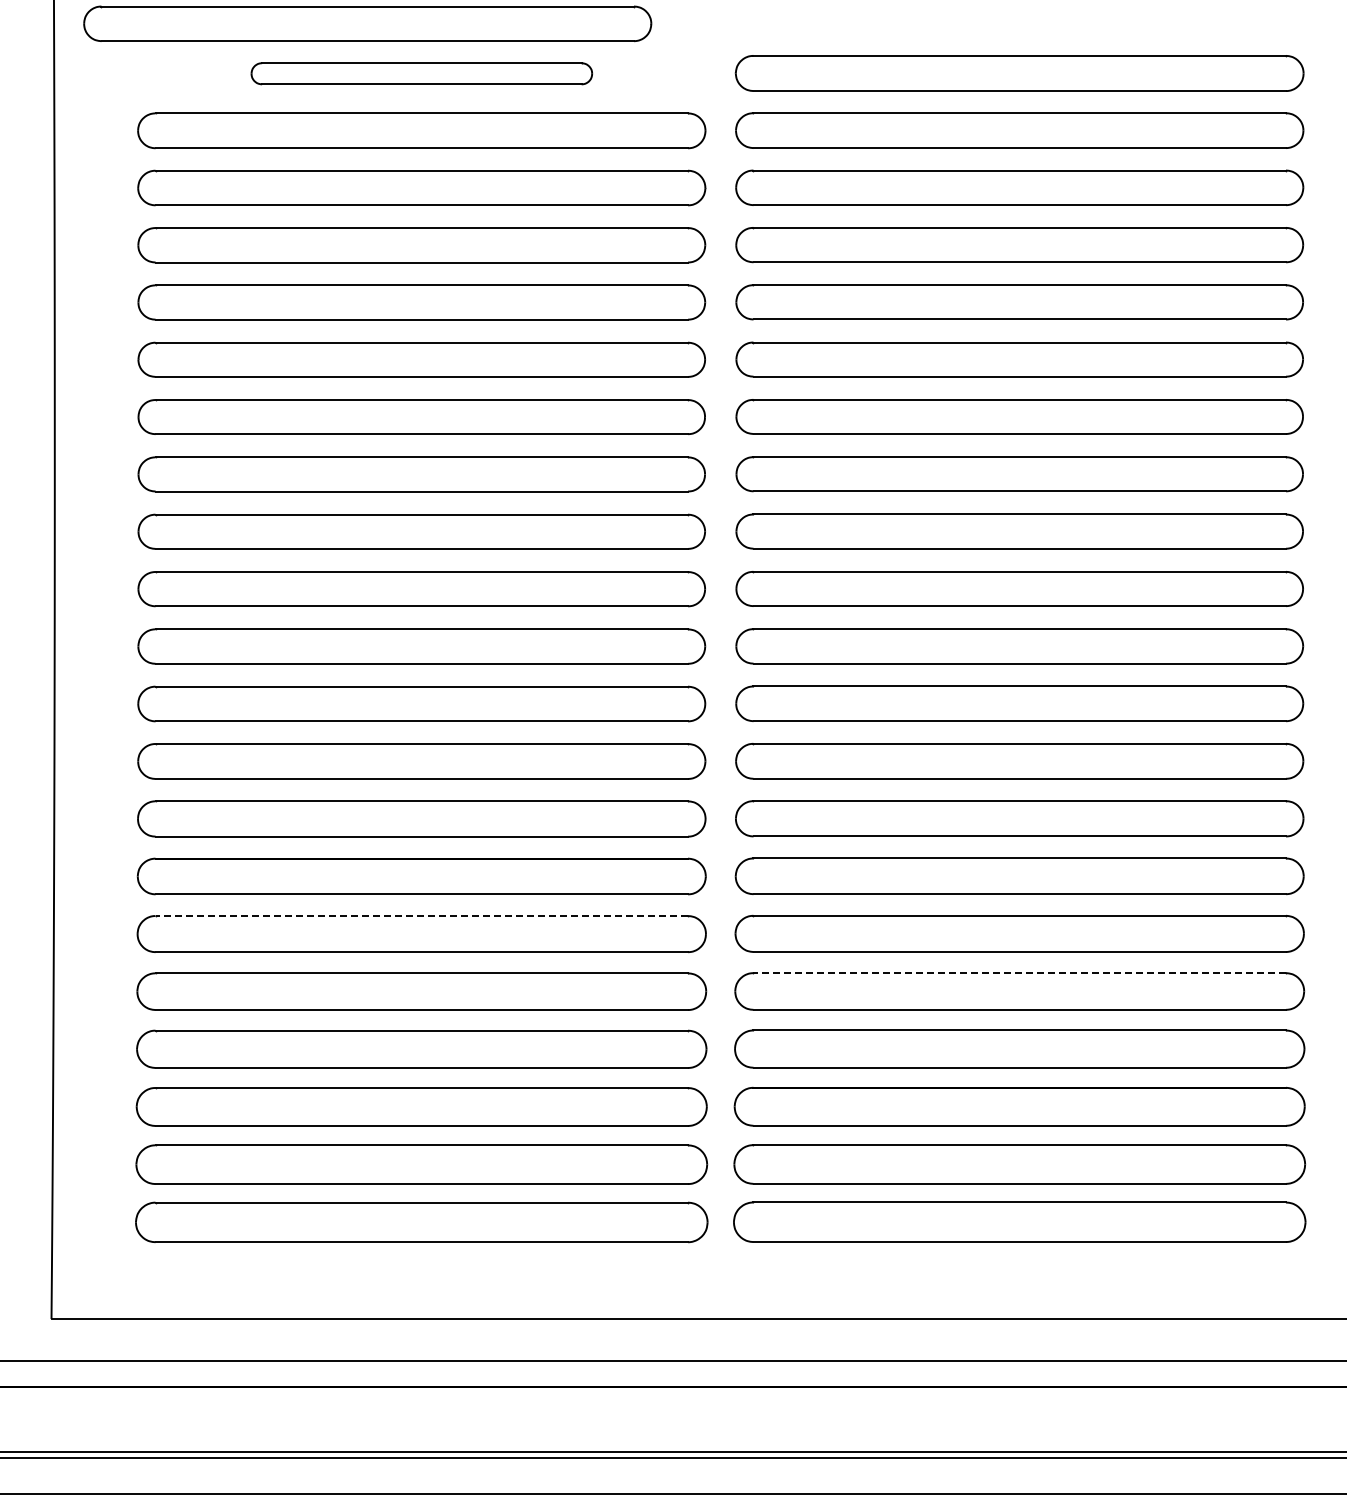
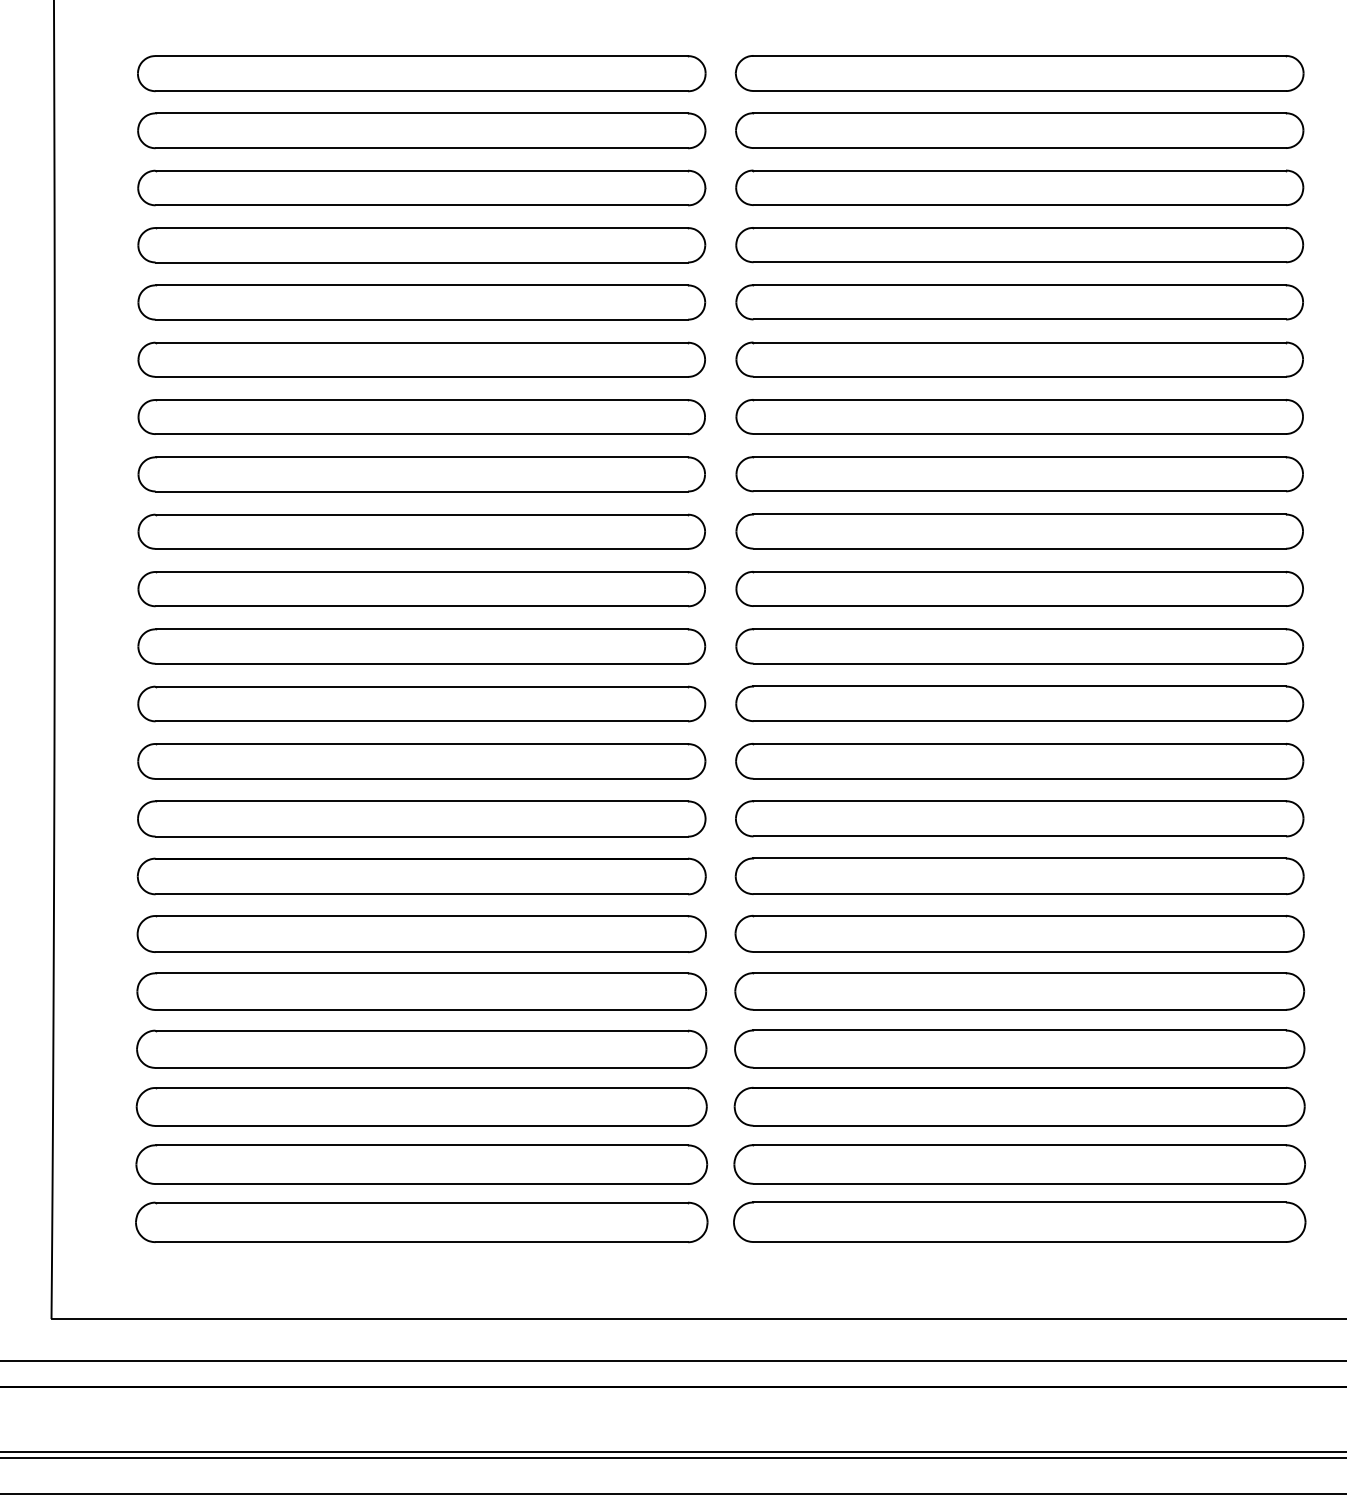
part at (367, 23): present -> none
part at (421, 73) size: 344x24 px -> 570x38 px
line at (421, 916): dashed -> solid
line at (1019, 973): dashed -> solid
